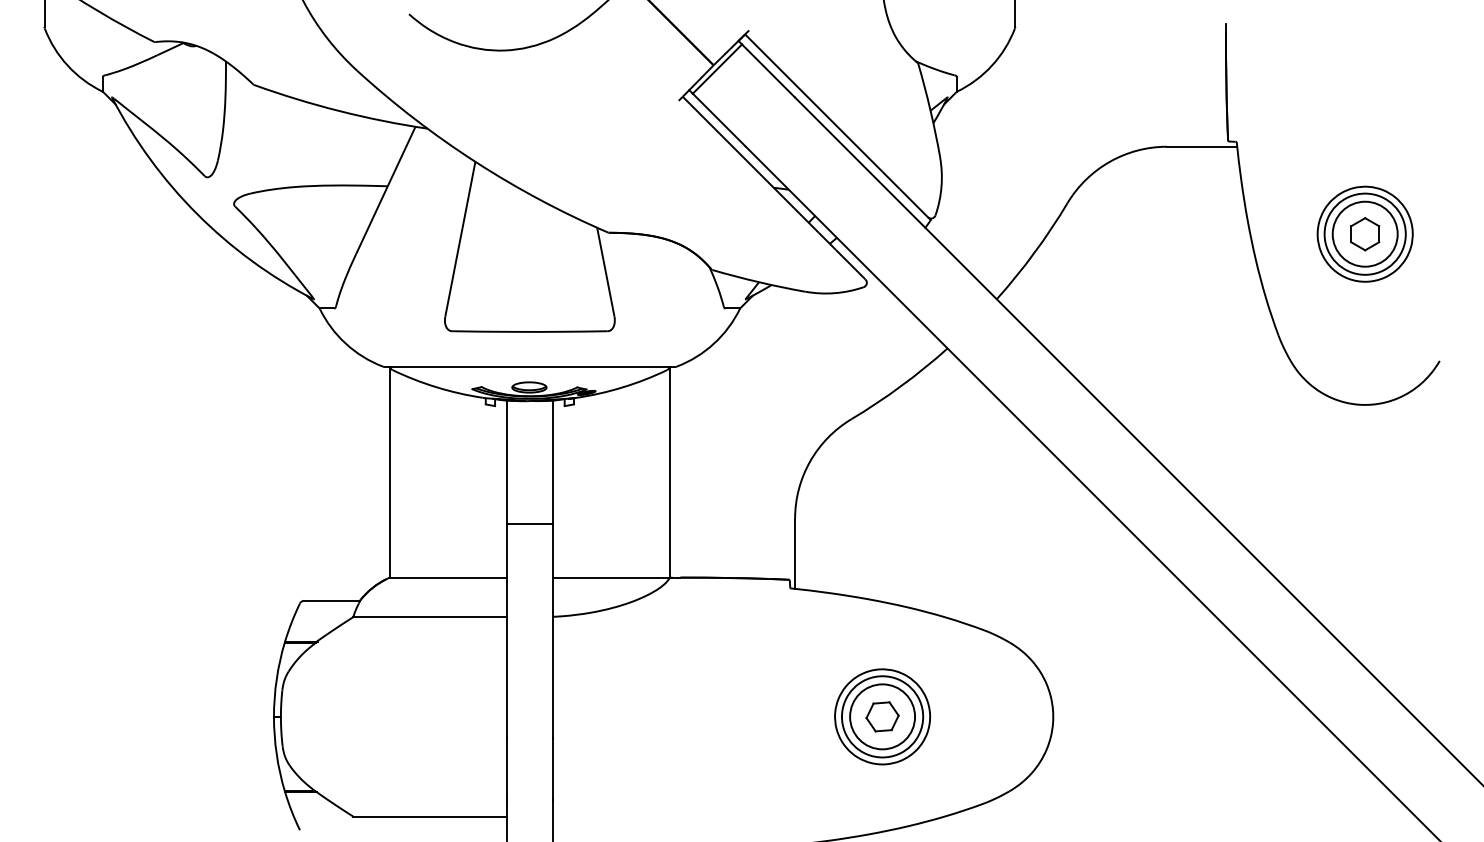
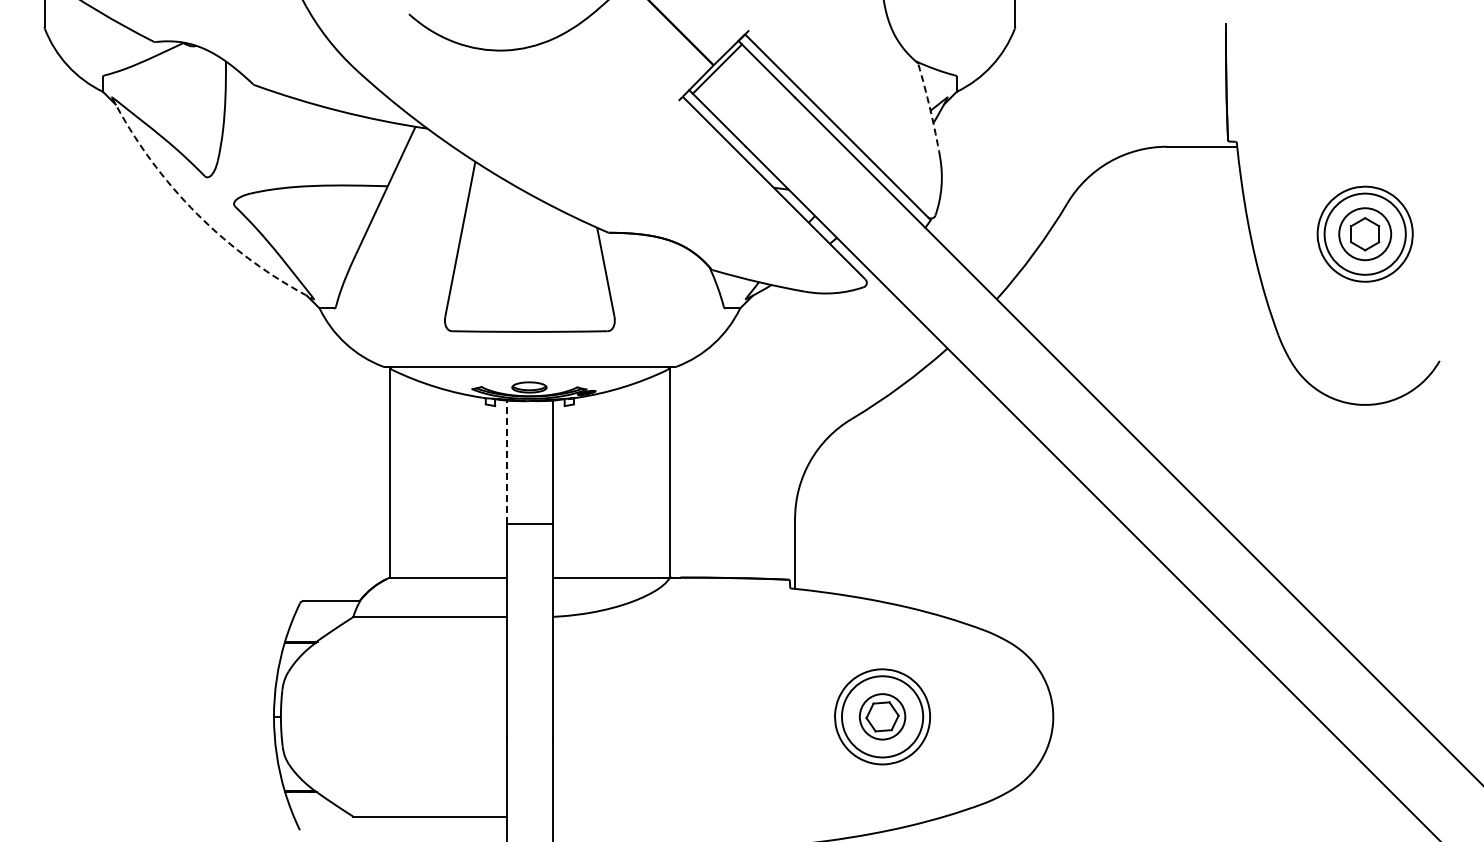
arc at (930, 110): solid -> dashed
arc at (197, 214): solid -> dashed
circle at (1364, 233) diameter: 65 px -> 52 px
line at (506, 462): solid -> dashed
circle at (882, 716) diameter: 65 px -> 45 px
